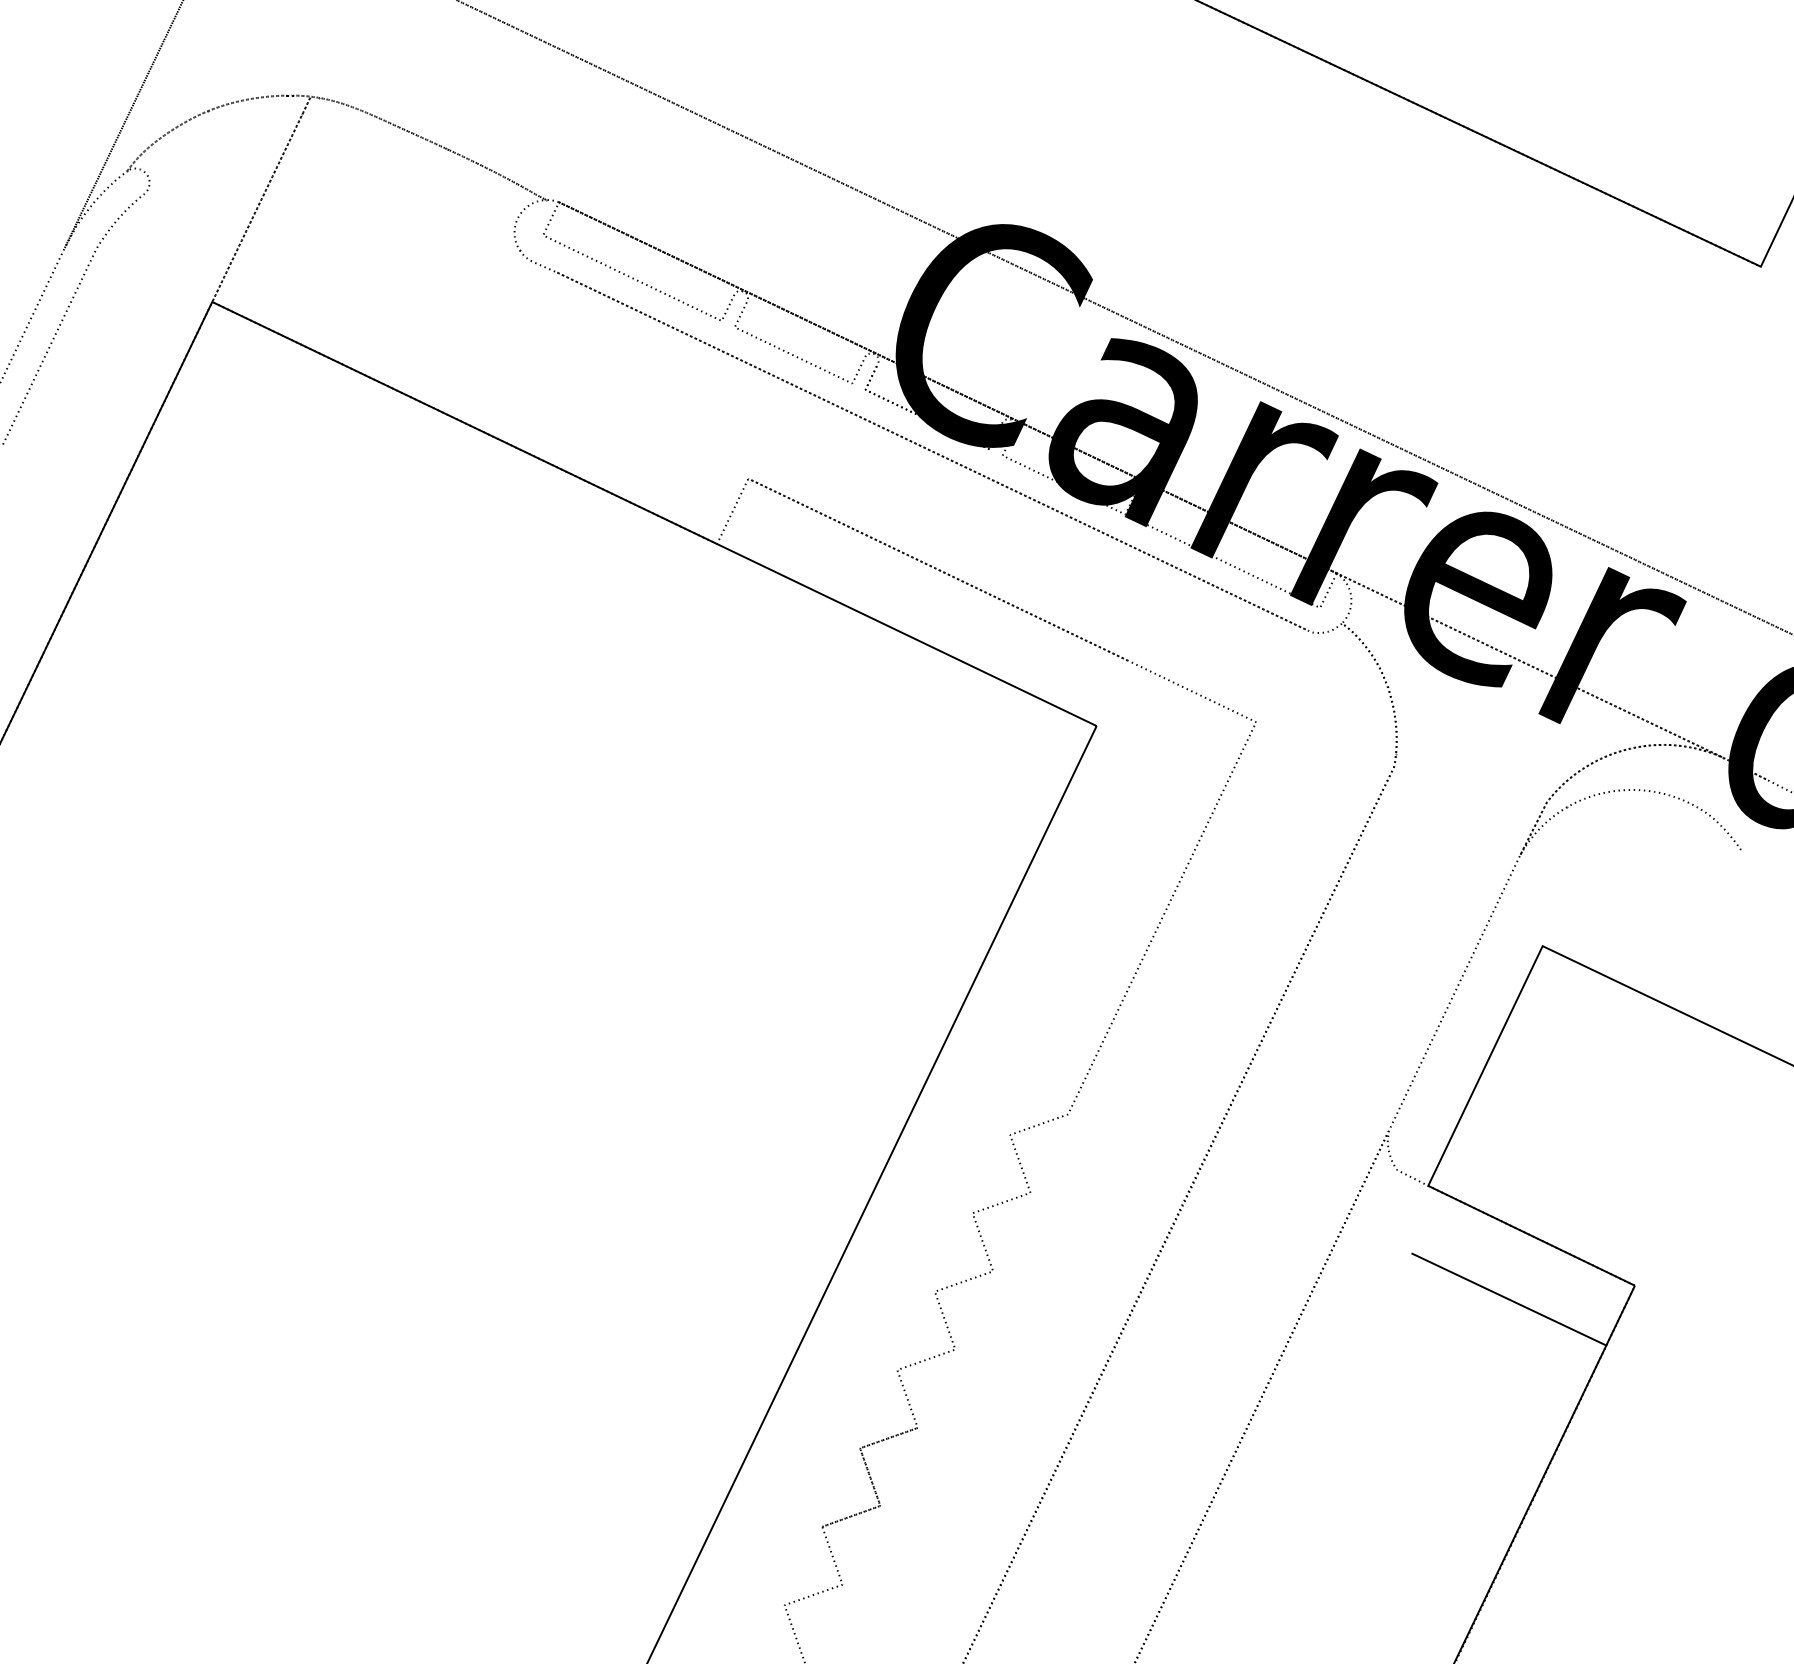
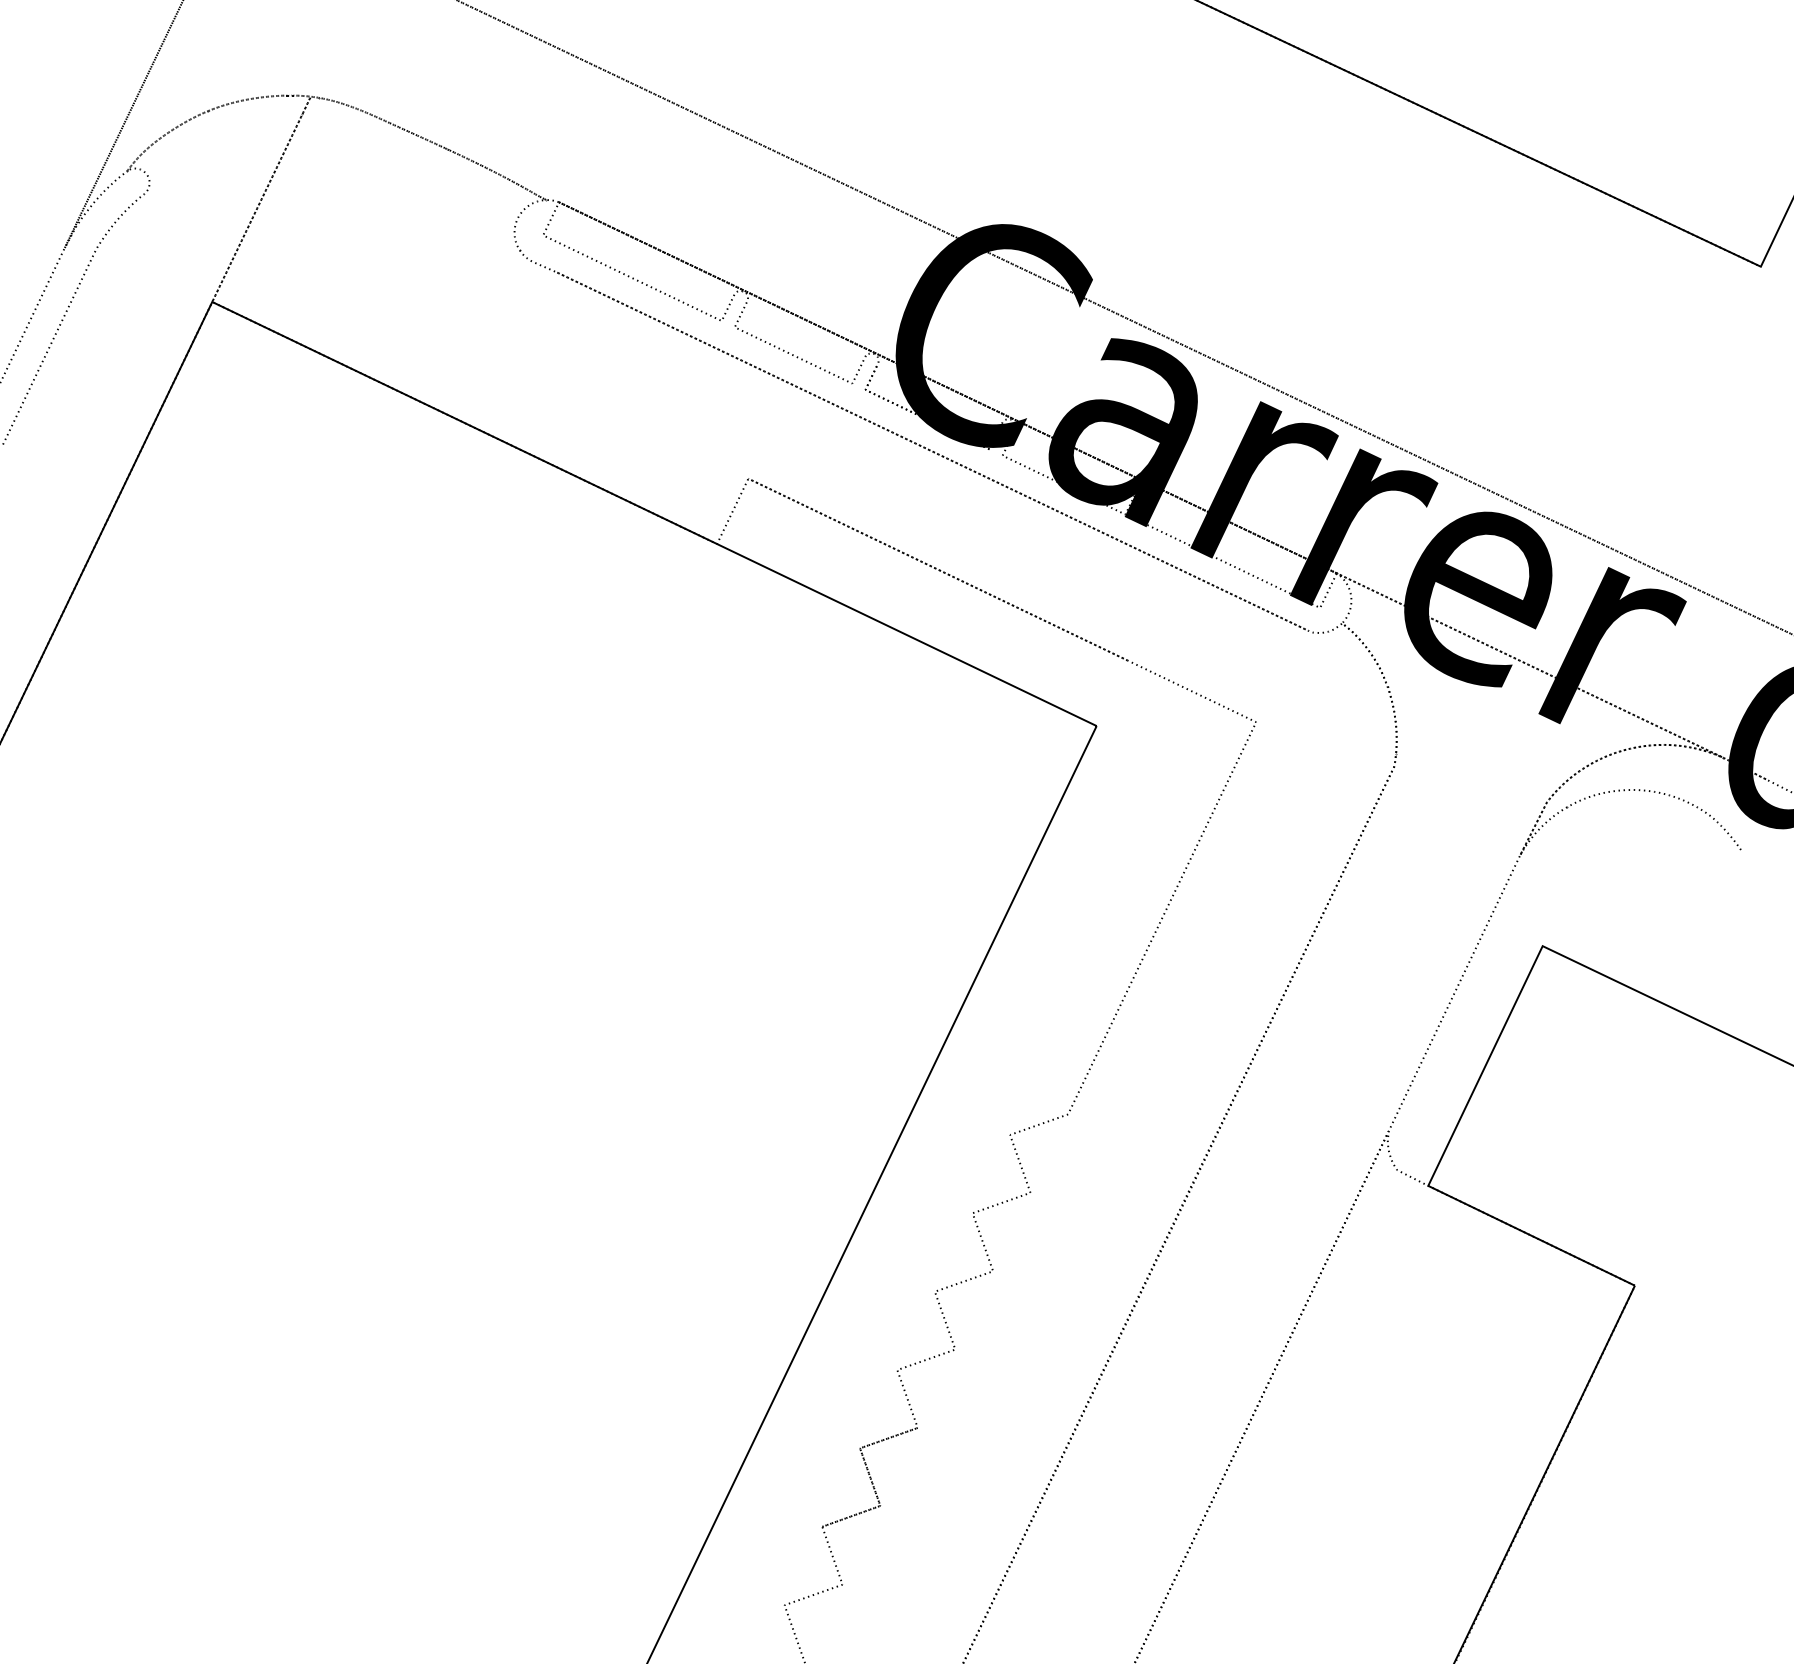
line at (1509, 1299): present -> none
